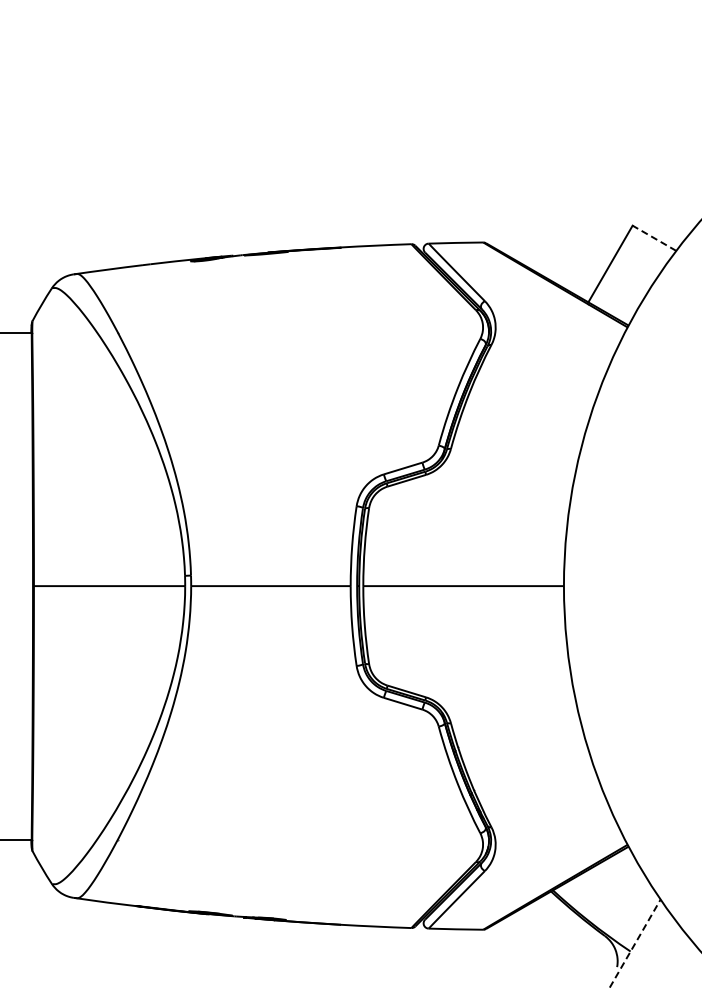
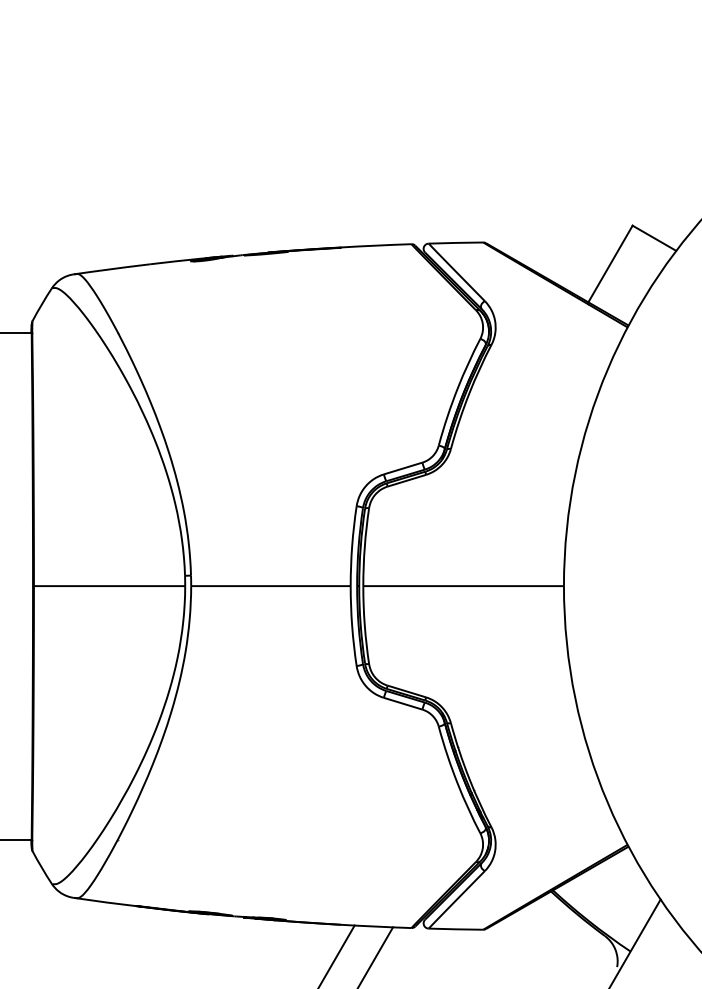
line at (654, 238): dashed -> solid
line at (635, 943): dashed -> solid
line at (336, 955): none -> present
line at (376, 956): none -> present
